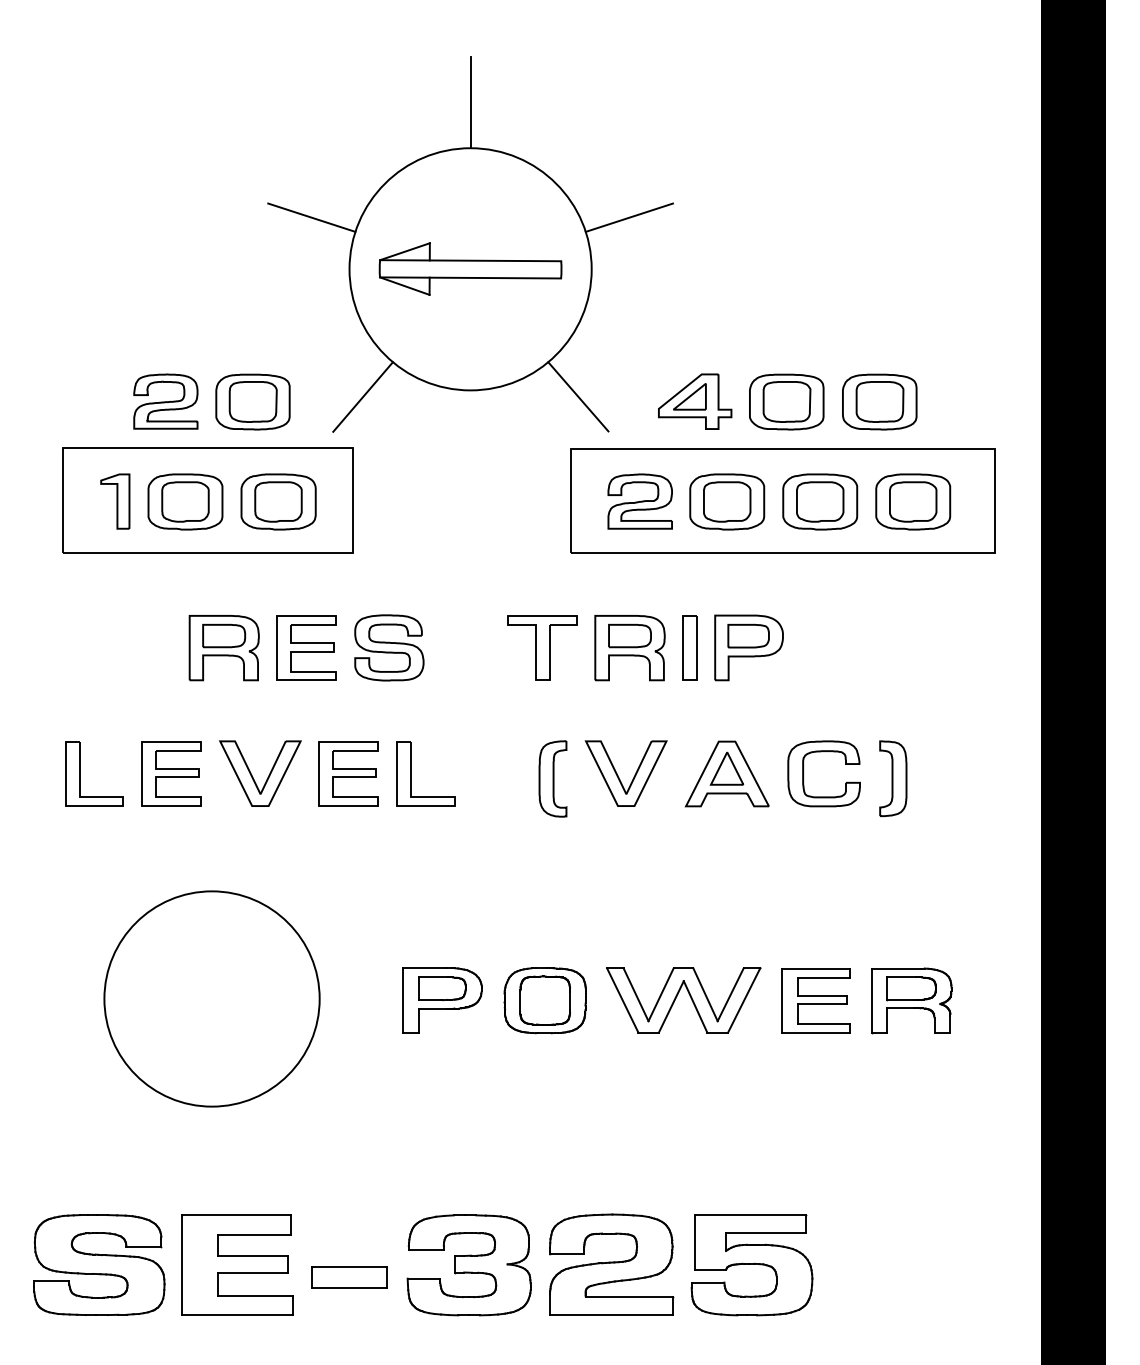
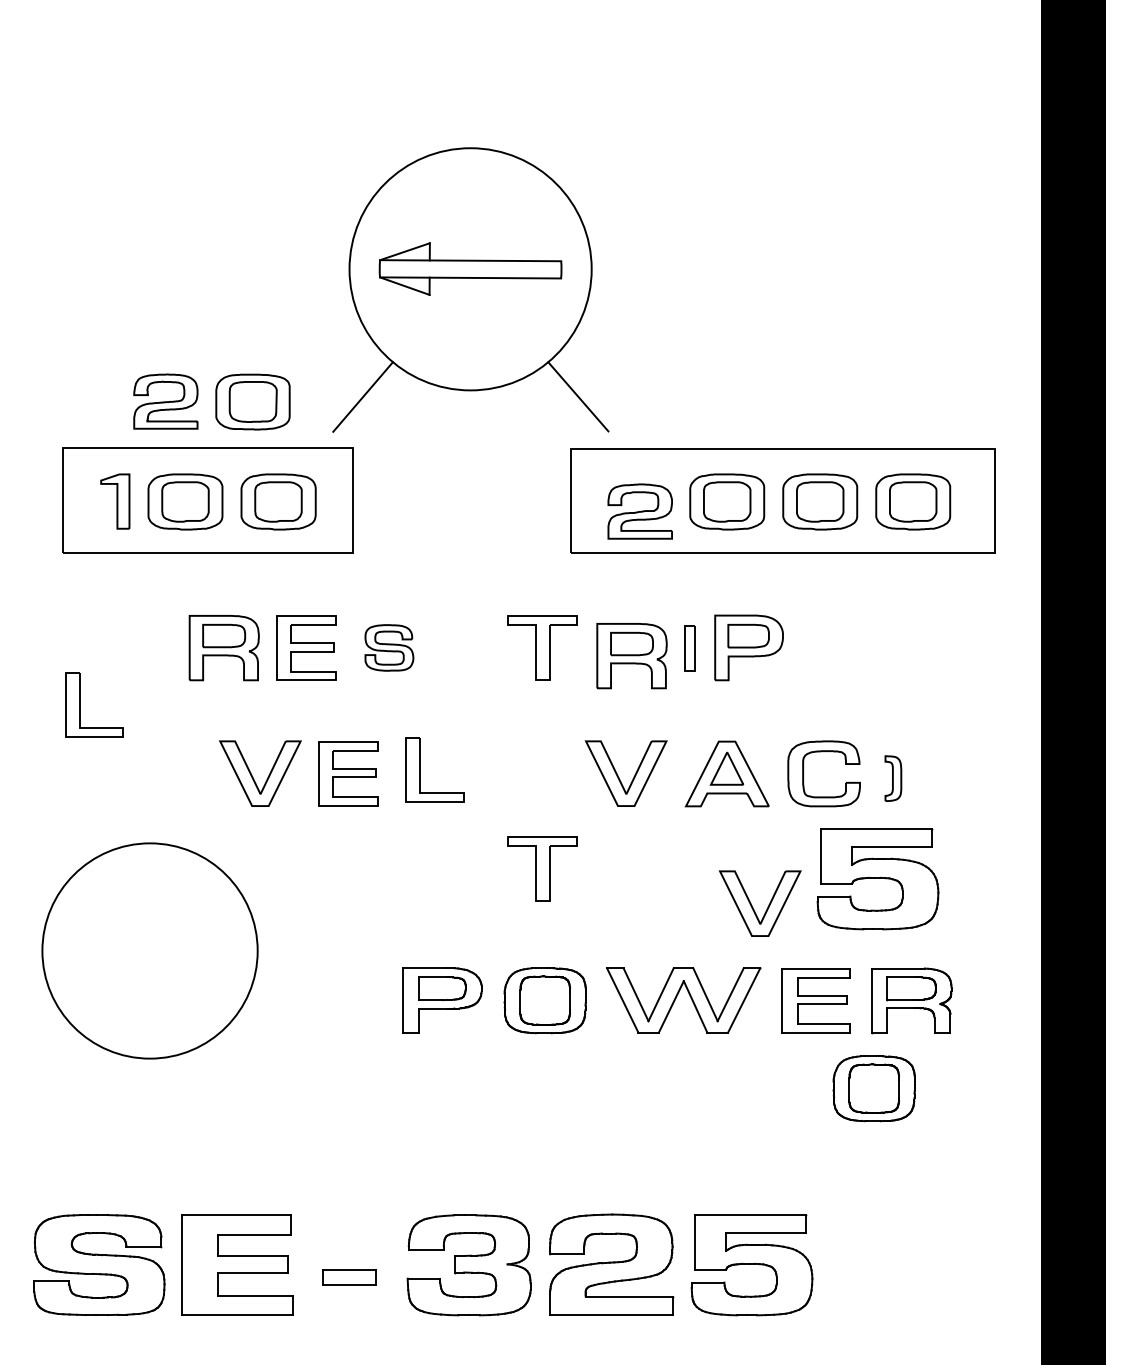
line at (470, 102): present -> none
line at (311, 217): present -> none
line at (628, 217): present -> none
part at (695, 401): present -> none
part at (786, 401): present -> none
part at (879, 401): present -> none
part at (639, 501) position: (639, 501) -> (639, 511)
part at (389, 647) size: 71x68 px -> 51x48 px
part at (689, 647) size: 16x66 px -> 12x47 px
part at (629, 648) position: (629, 648) -> (631, 656)
part at (80, 773) position: (80, 773) -> (80, 704)
part at (171, 773): present -> none
part at (411, 773) position: (411, 773) -> (420, 769)
part at (552, 778): present -> none
part at (893, 778) size: 29x77 px -> 19x47 px
part at (542, 868): none -> present
part at (877, 879): none -> present
part at (753, 907): none -> present
circle at (211, 998) position: (211, 998) -> (149, 950)
part at (873, 1088): none -> present
part at (349, 1277) size: 77x23 px -> 55x17 px
